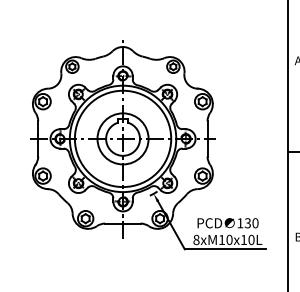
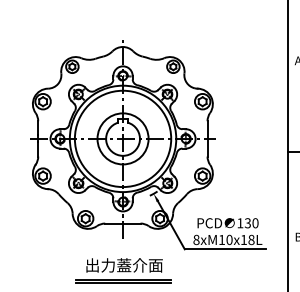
text at (251, 239): 8xM10x10L -> 8xM10x18L
part at (123, 270): none -> present
